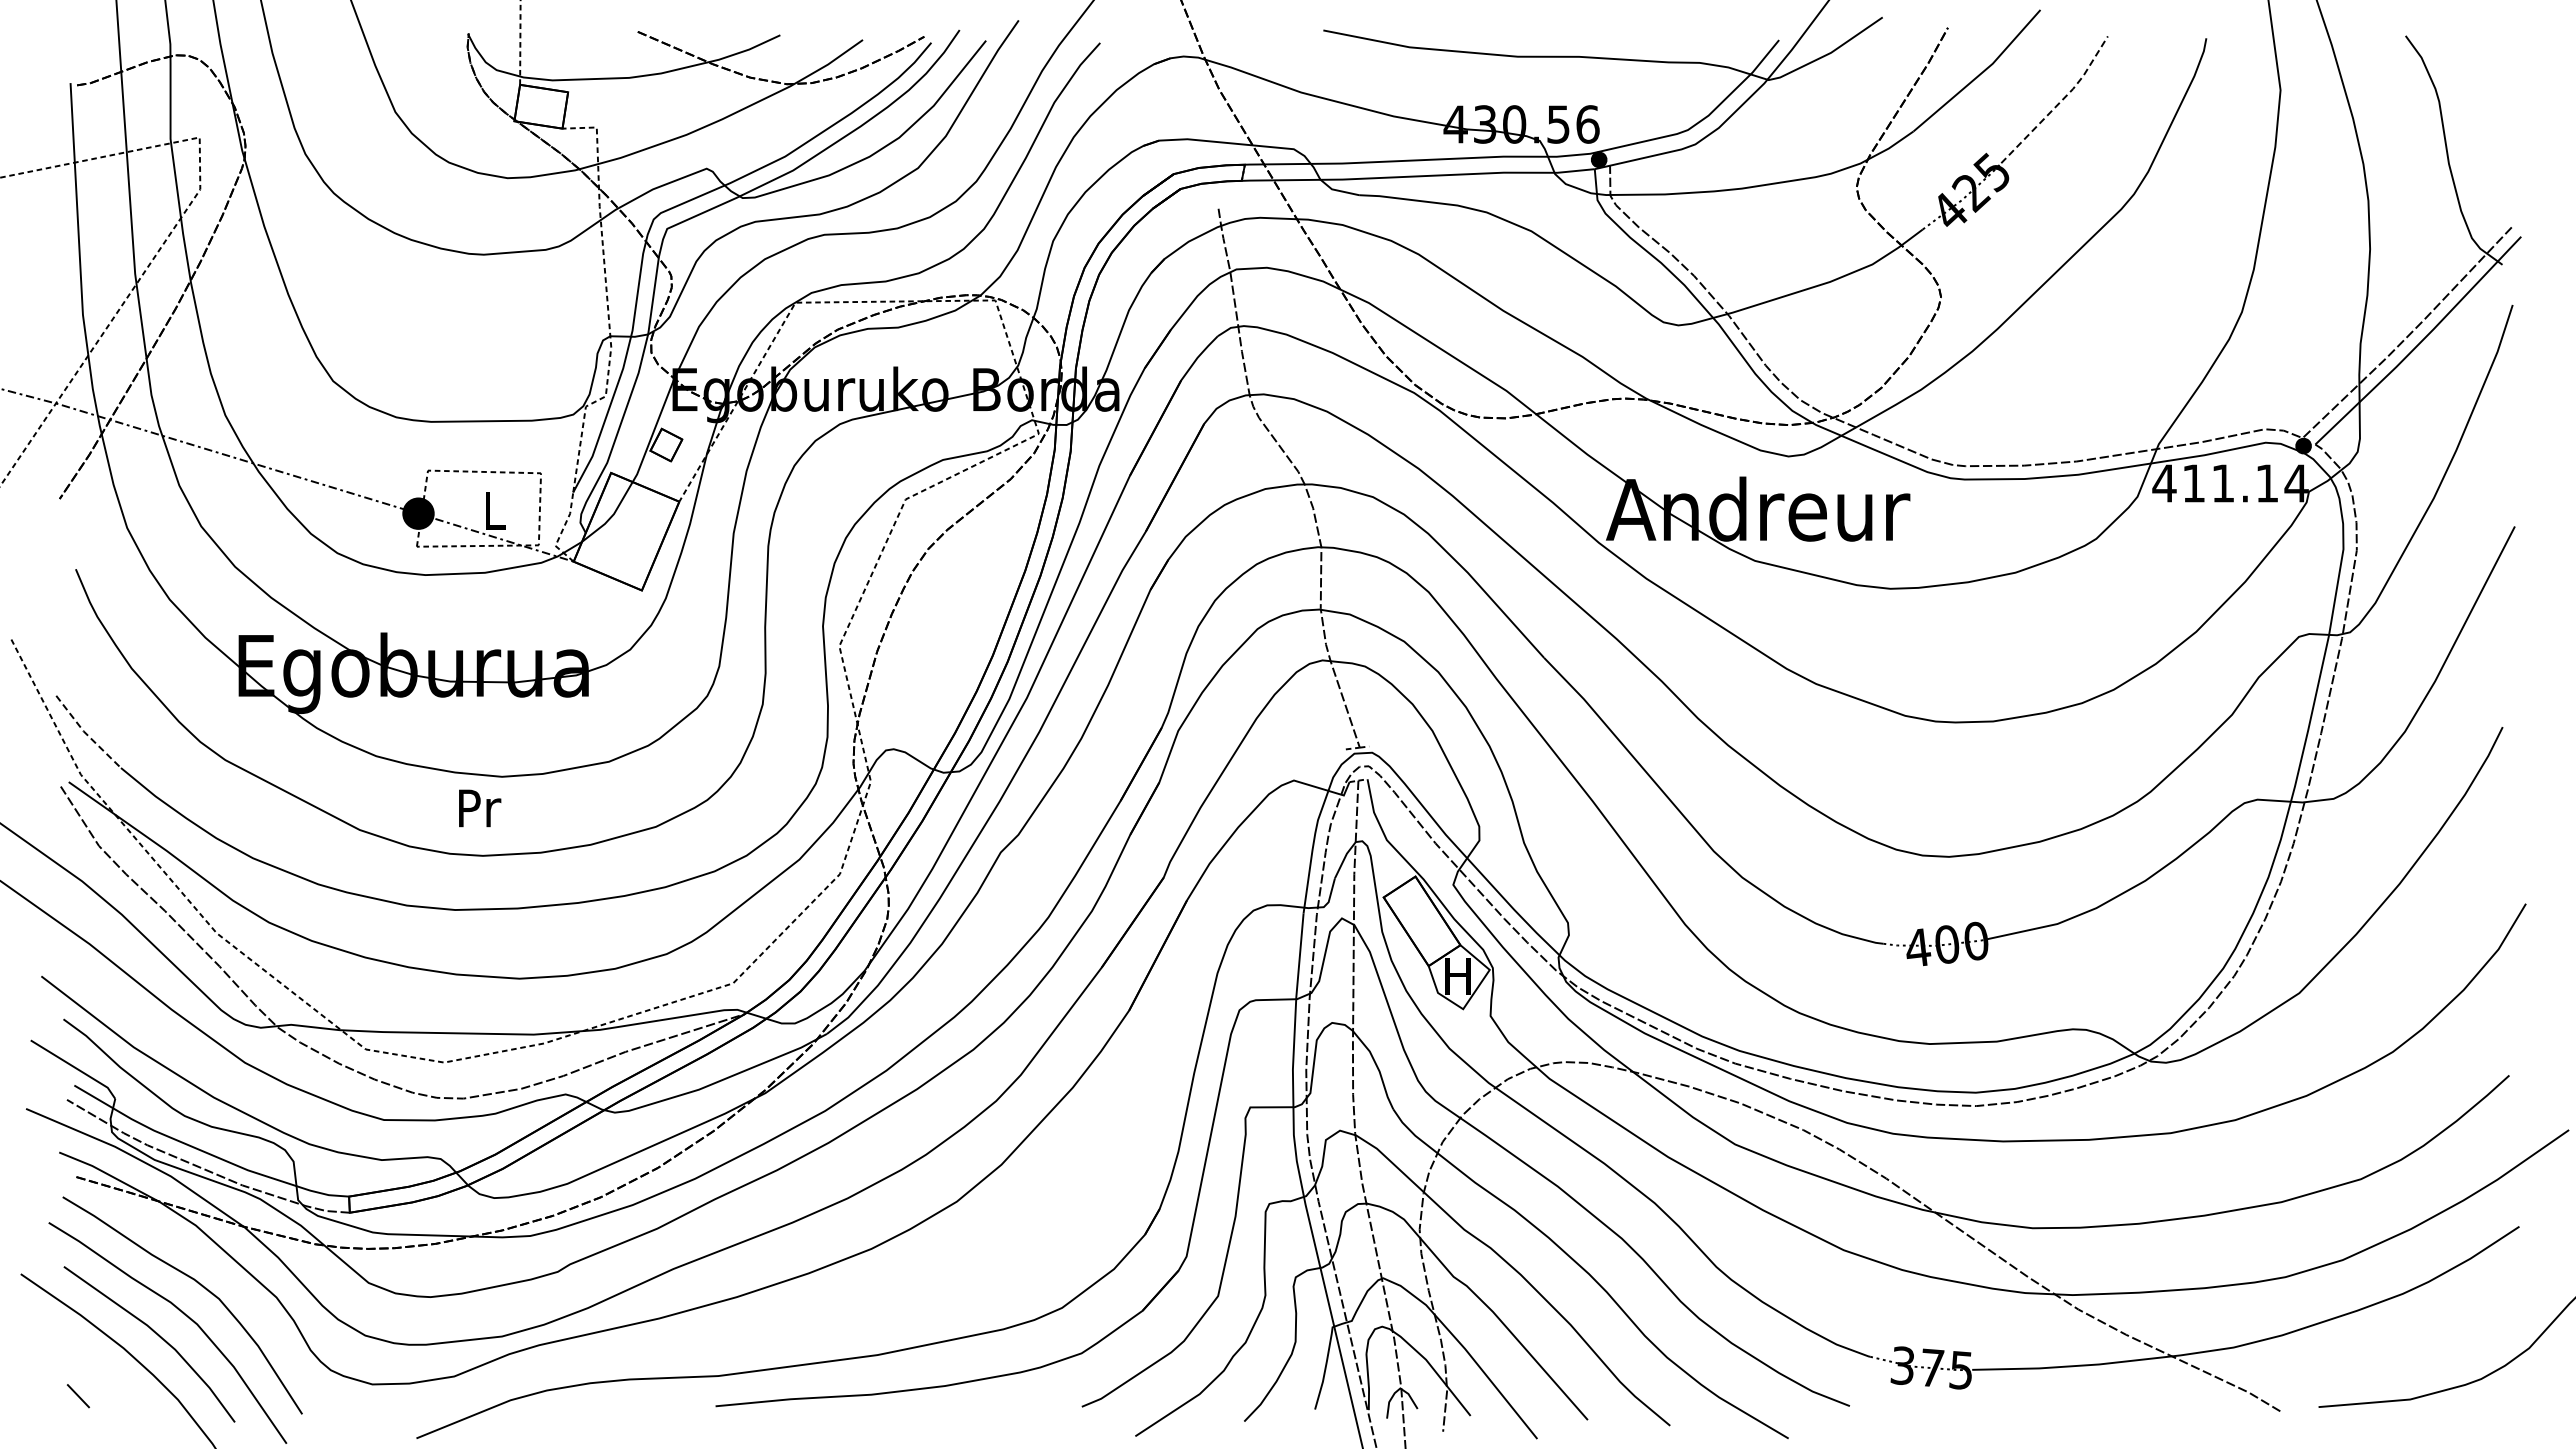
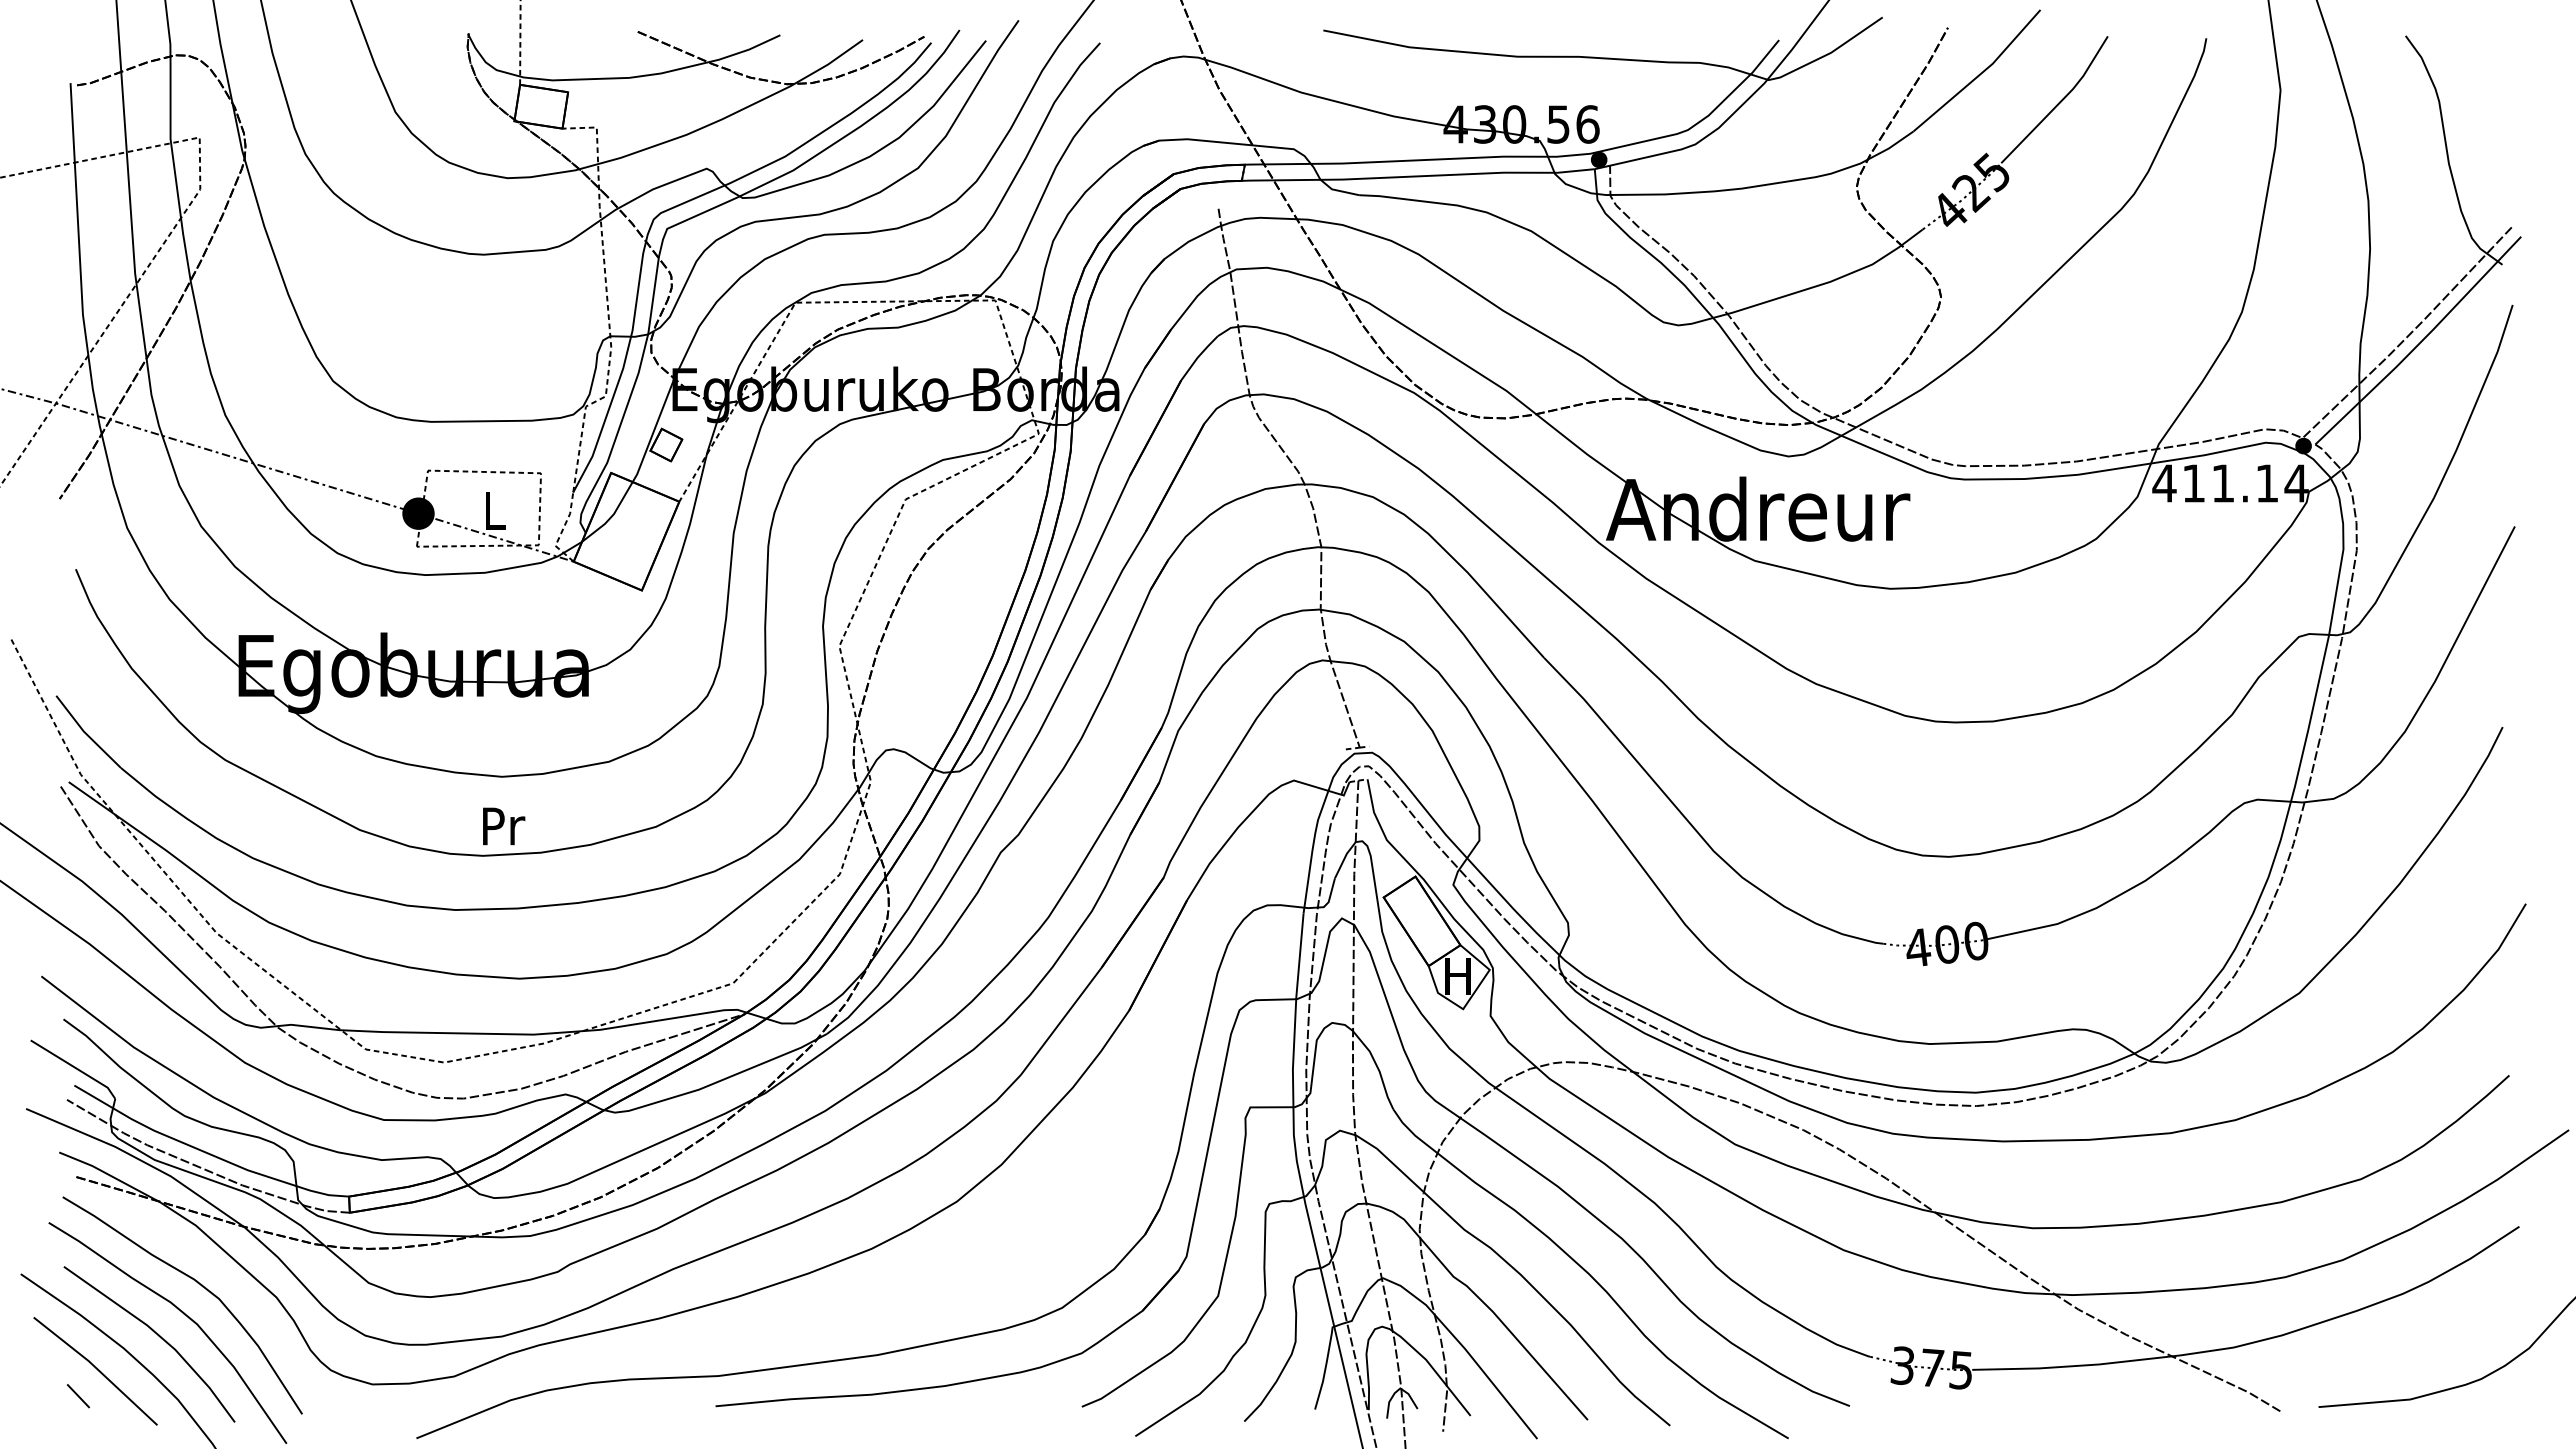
line at (2059, 102): dashed -> solid
line at (85, 733): dashed -> solid
text at (480, 808) position: (480, 808) -> (504, 826)
line at (96, 1369): none -> present
